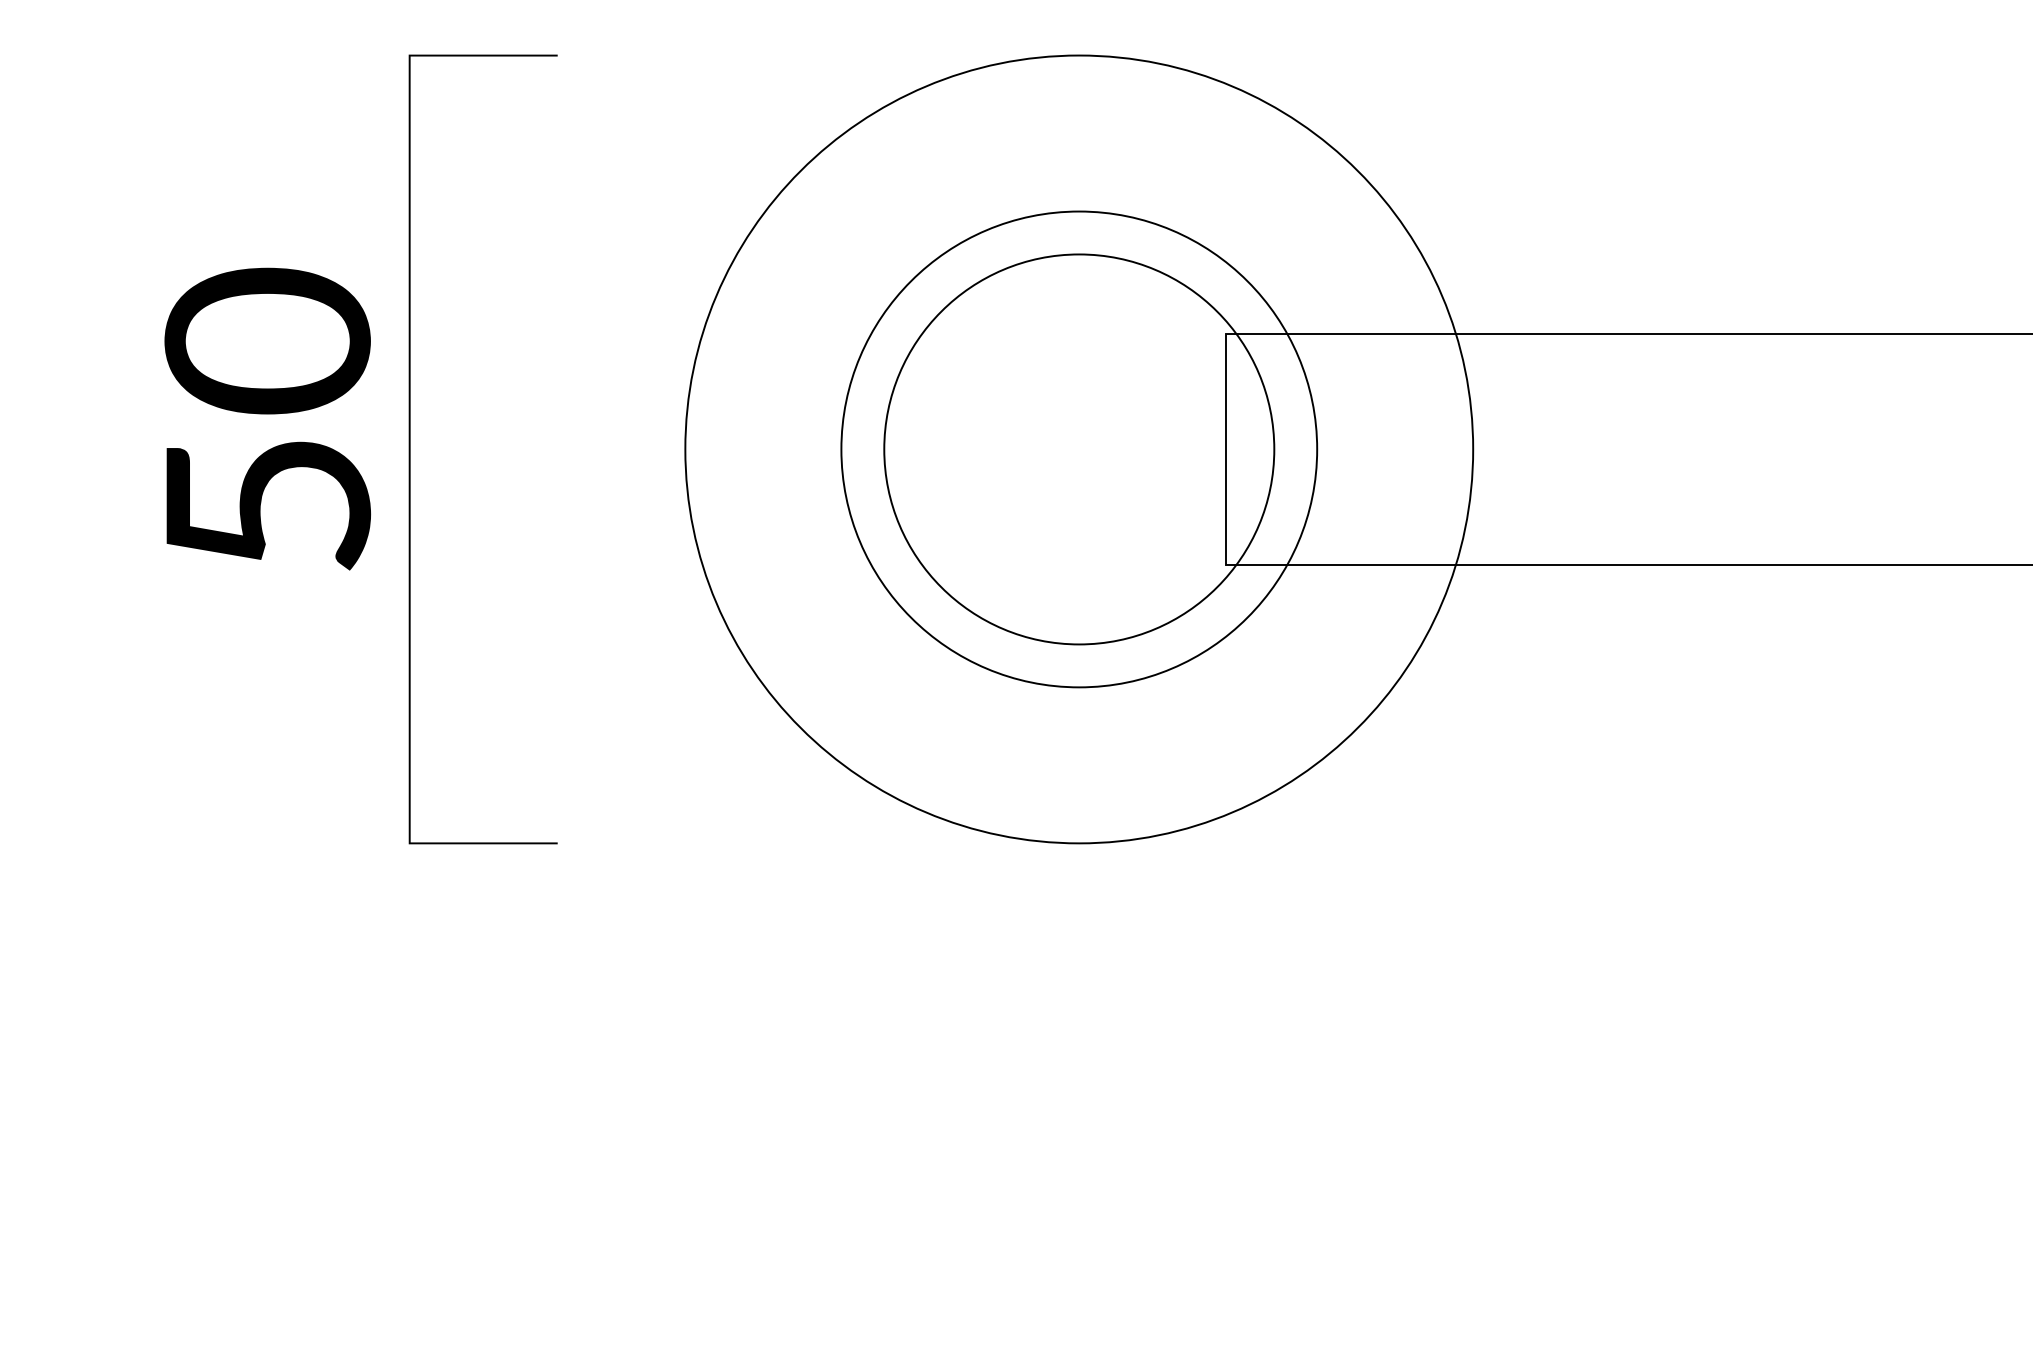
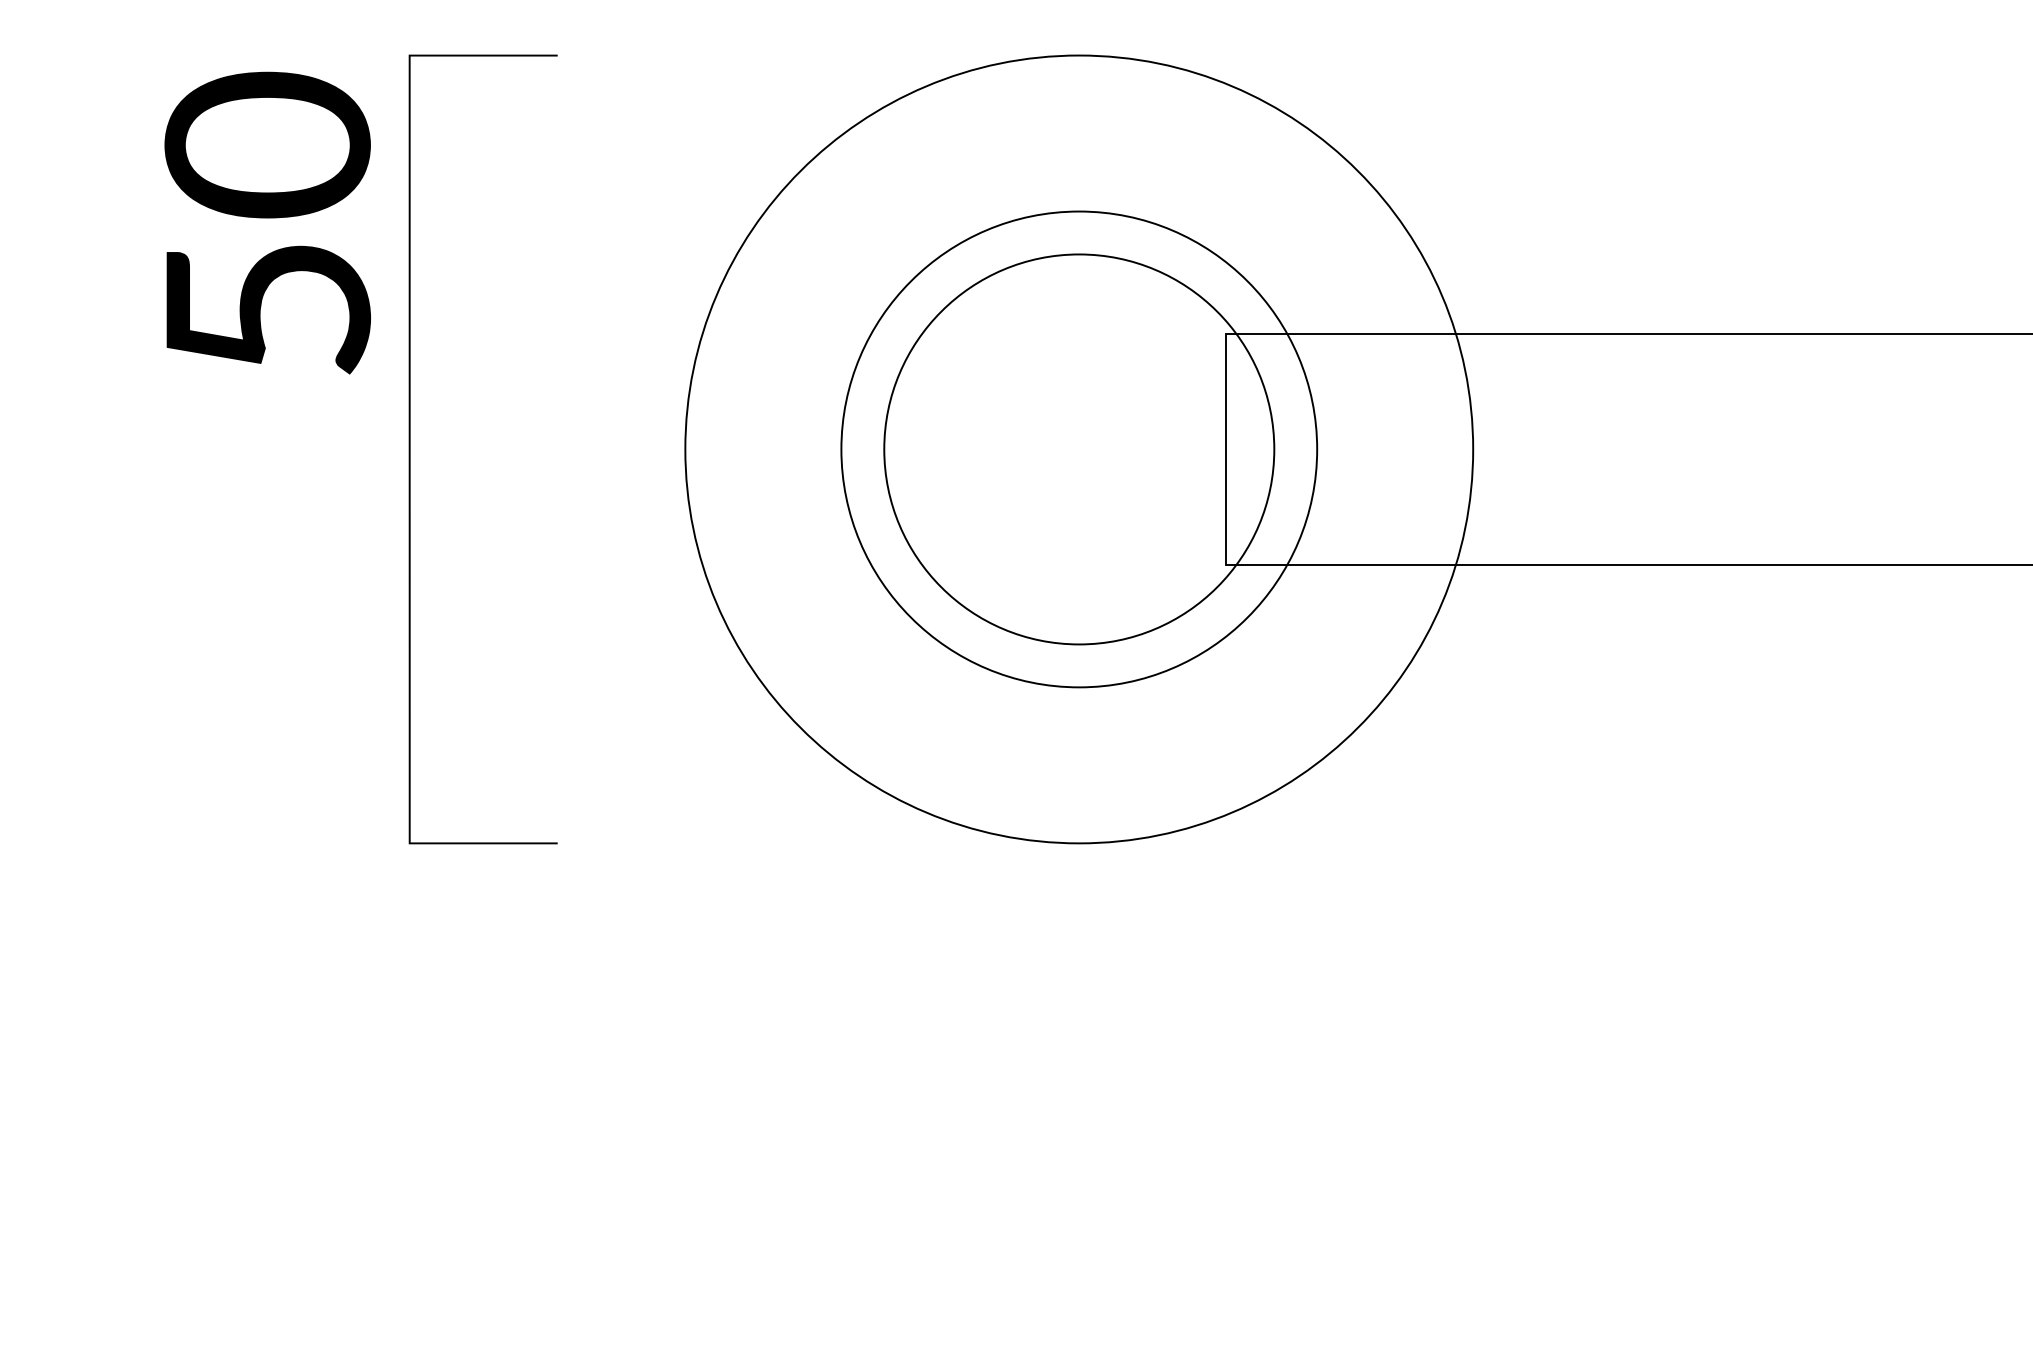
text at (267, 418) position: (267, 418) -> (267, 222)
